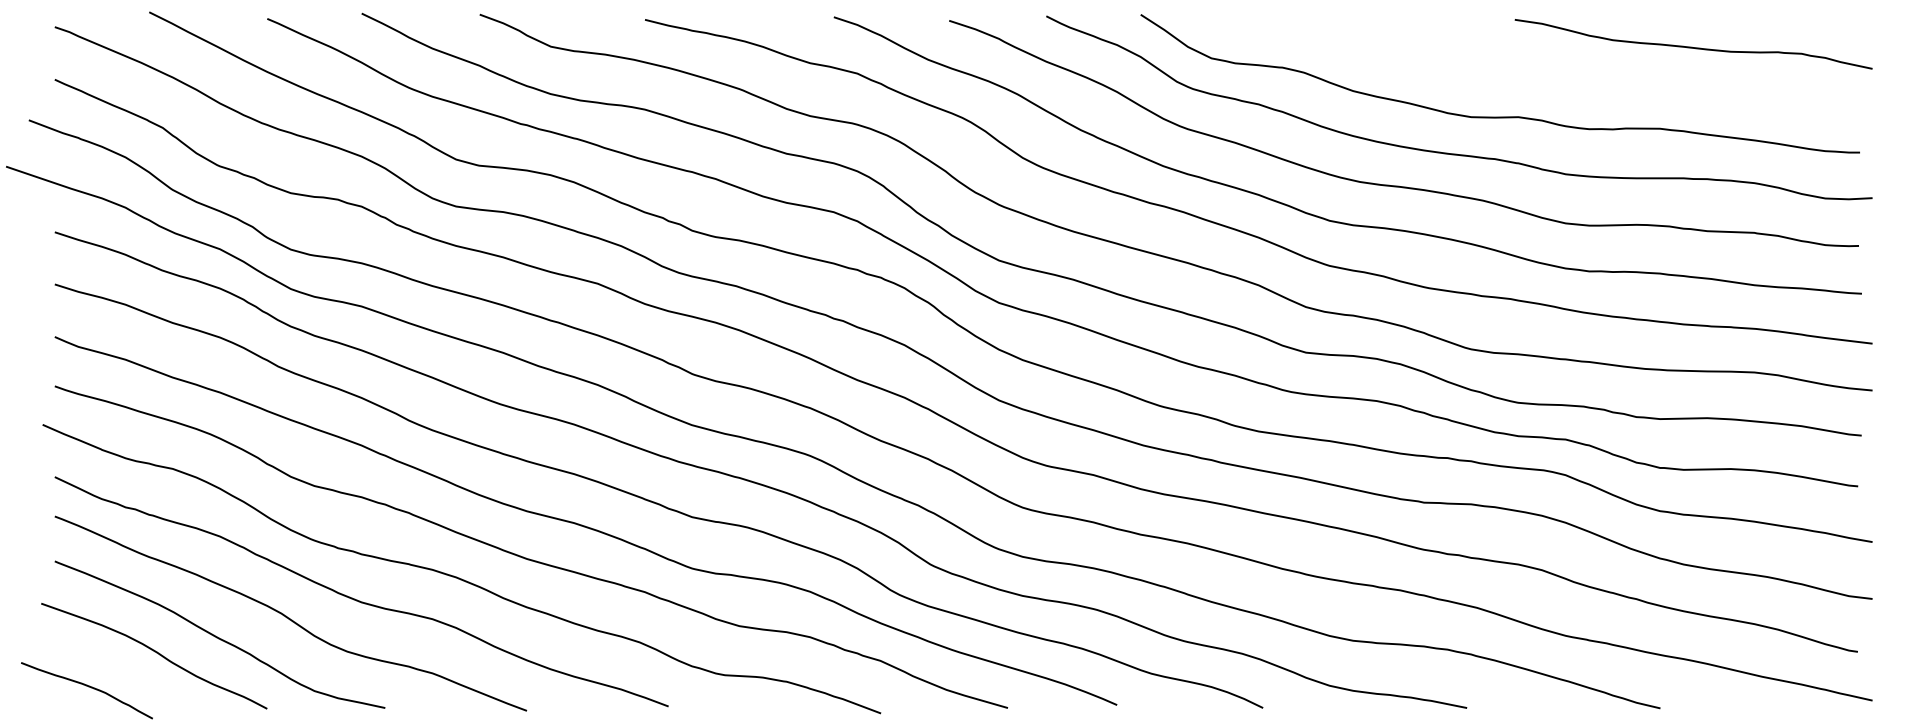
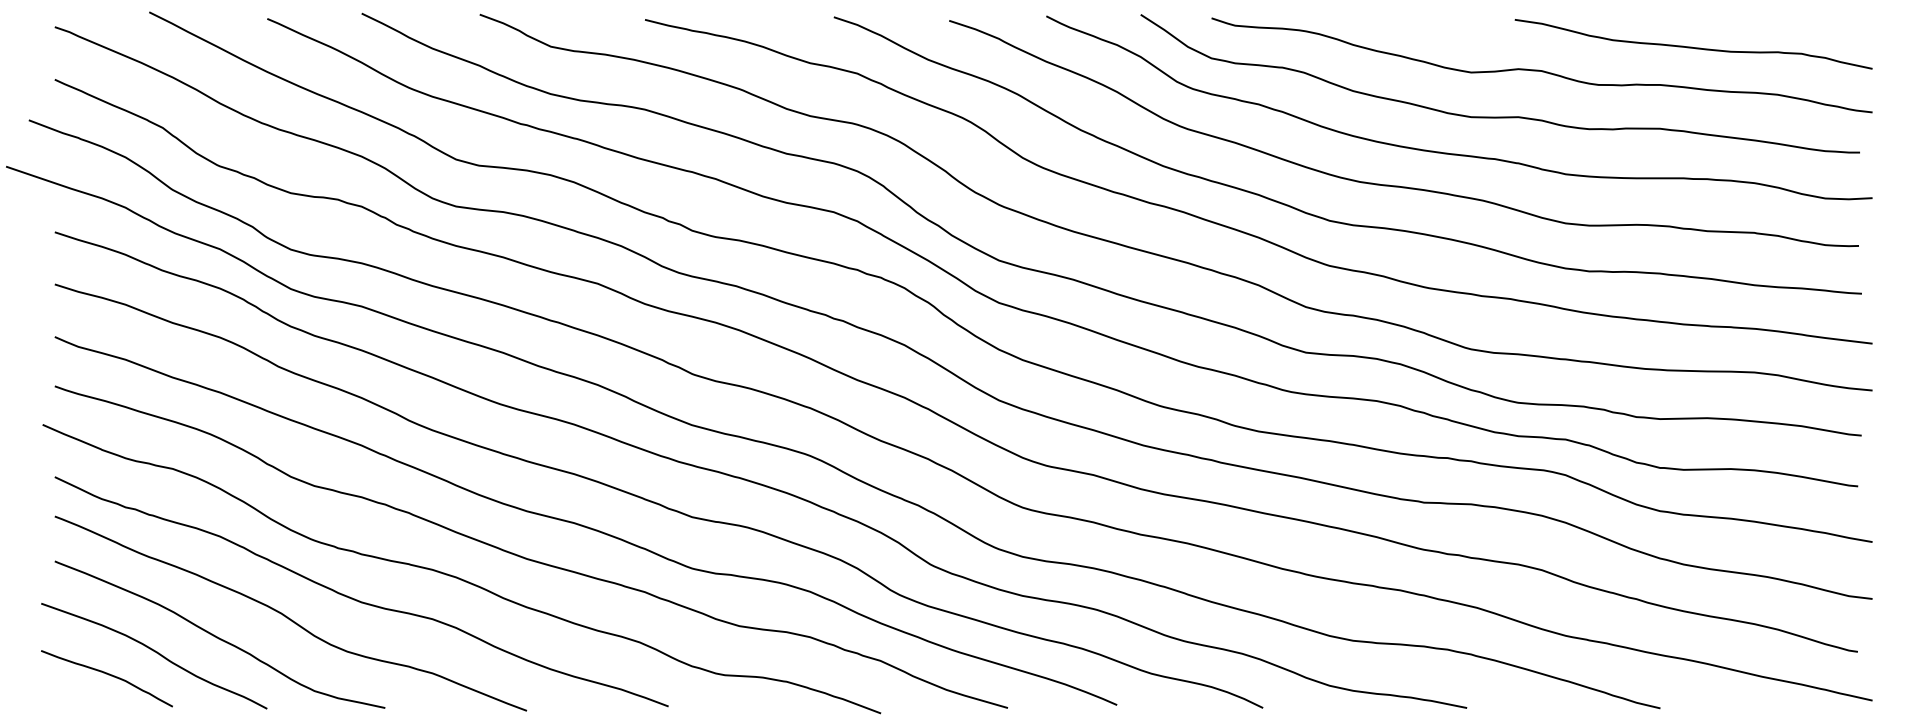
curve at (1538, 69): none -> present
curve at (88, 687) position: (88, 687) -> (108, 675)
